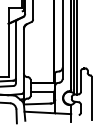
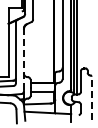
line at (23, 59): solid -> dashed
line at (91, 98): solid -> dashed
